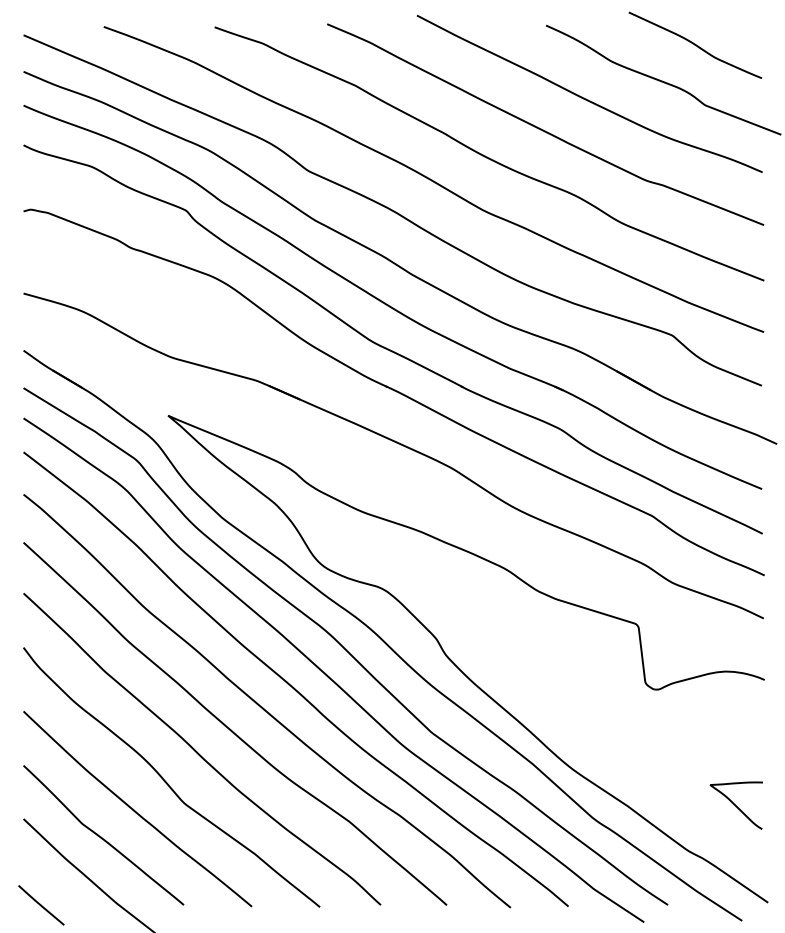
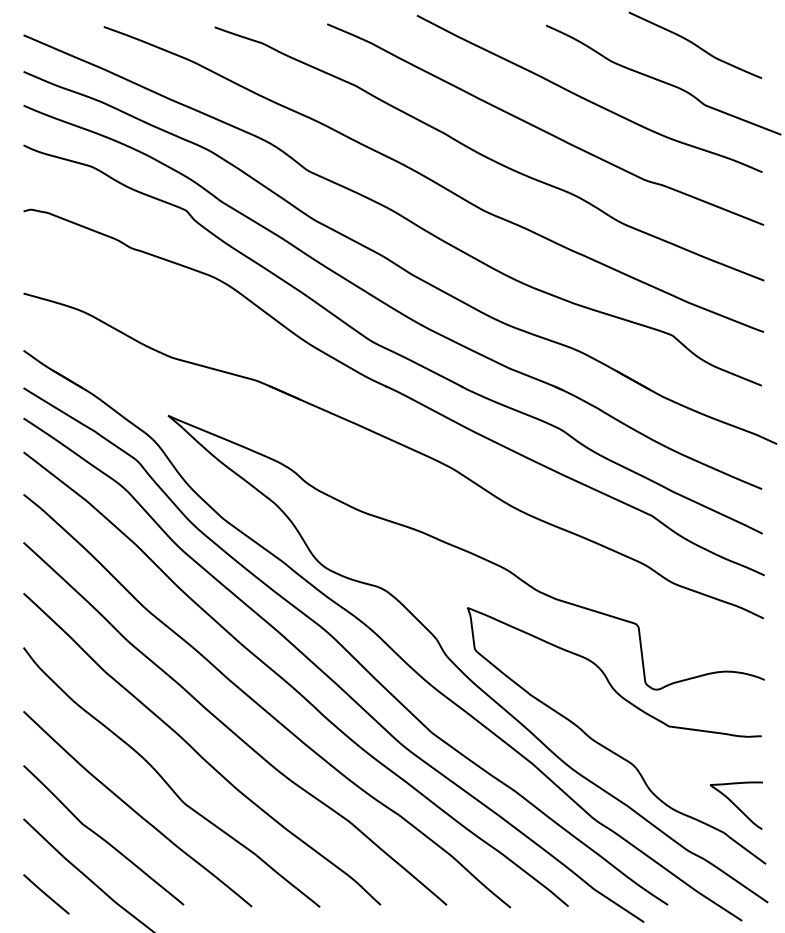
curve at (607, 747): none -> present
line at (41, 905) position: (41, 905) -> (46, 894)
